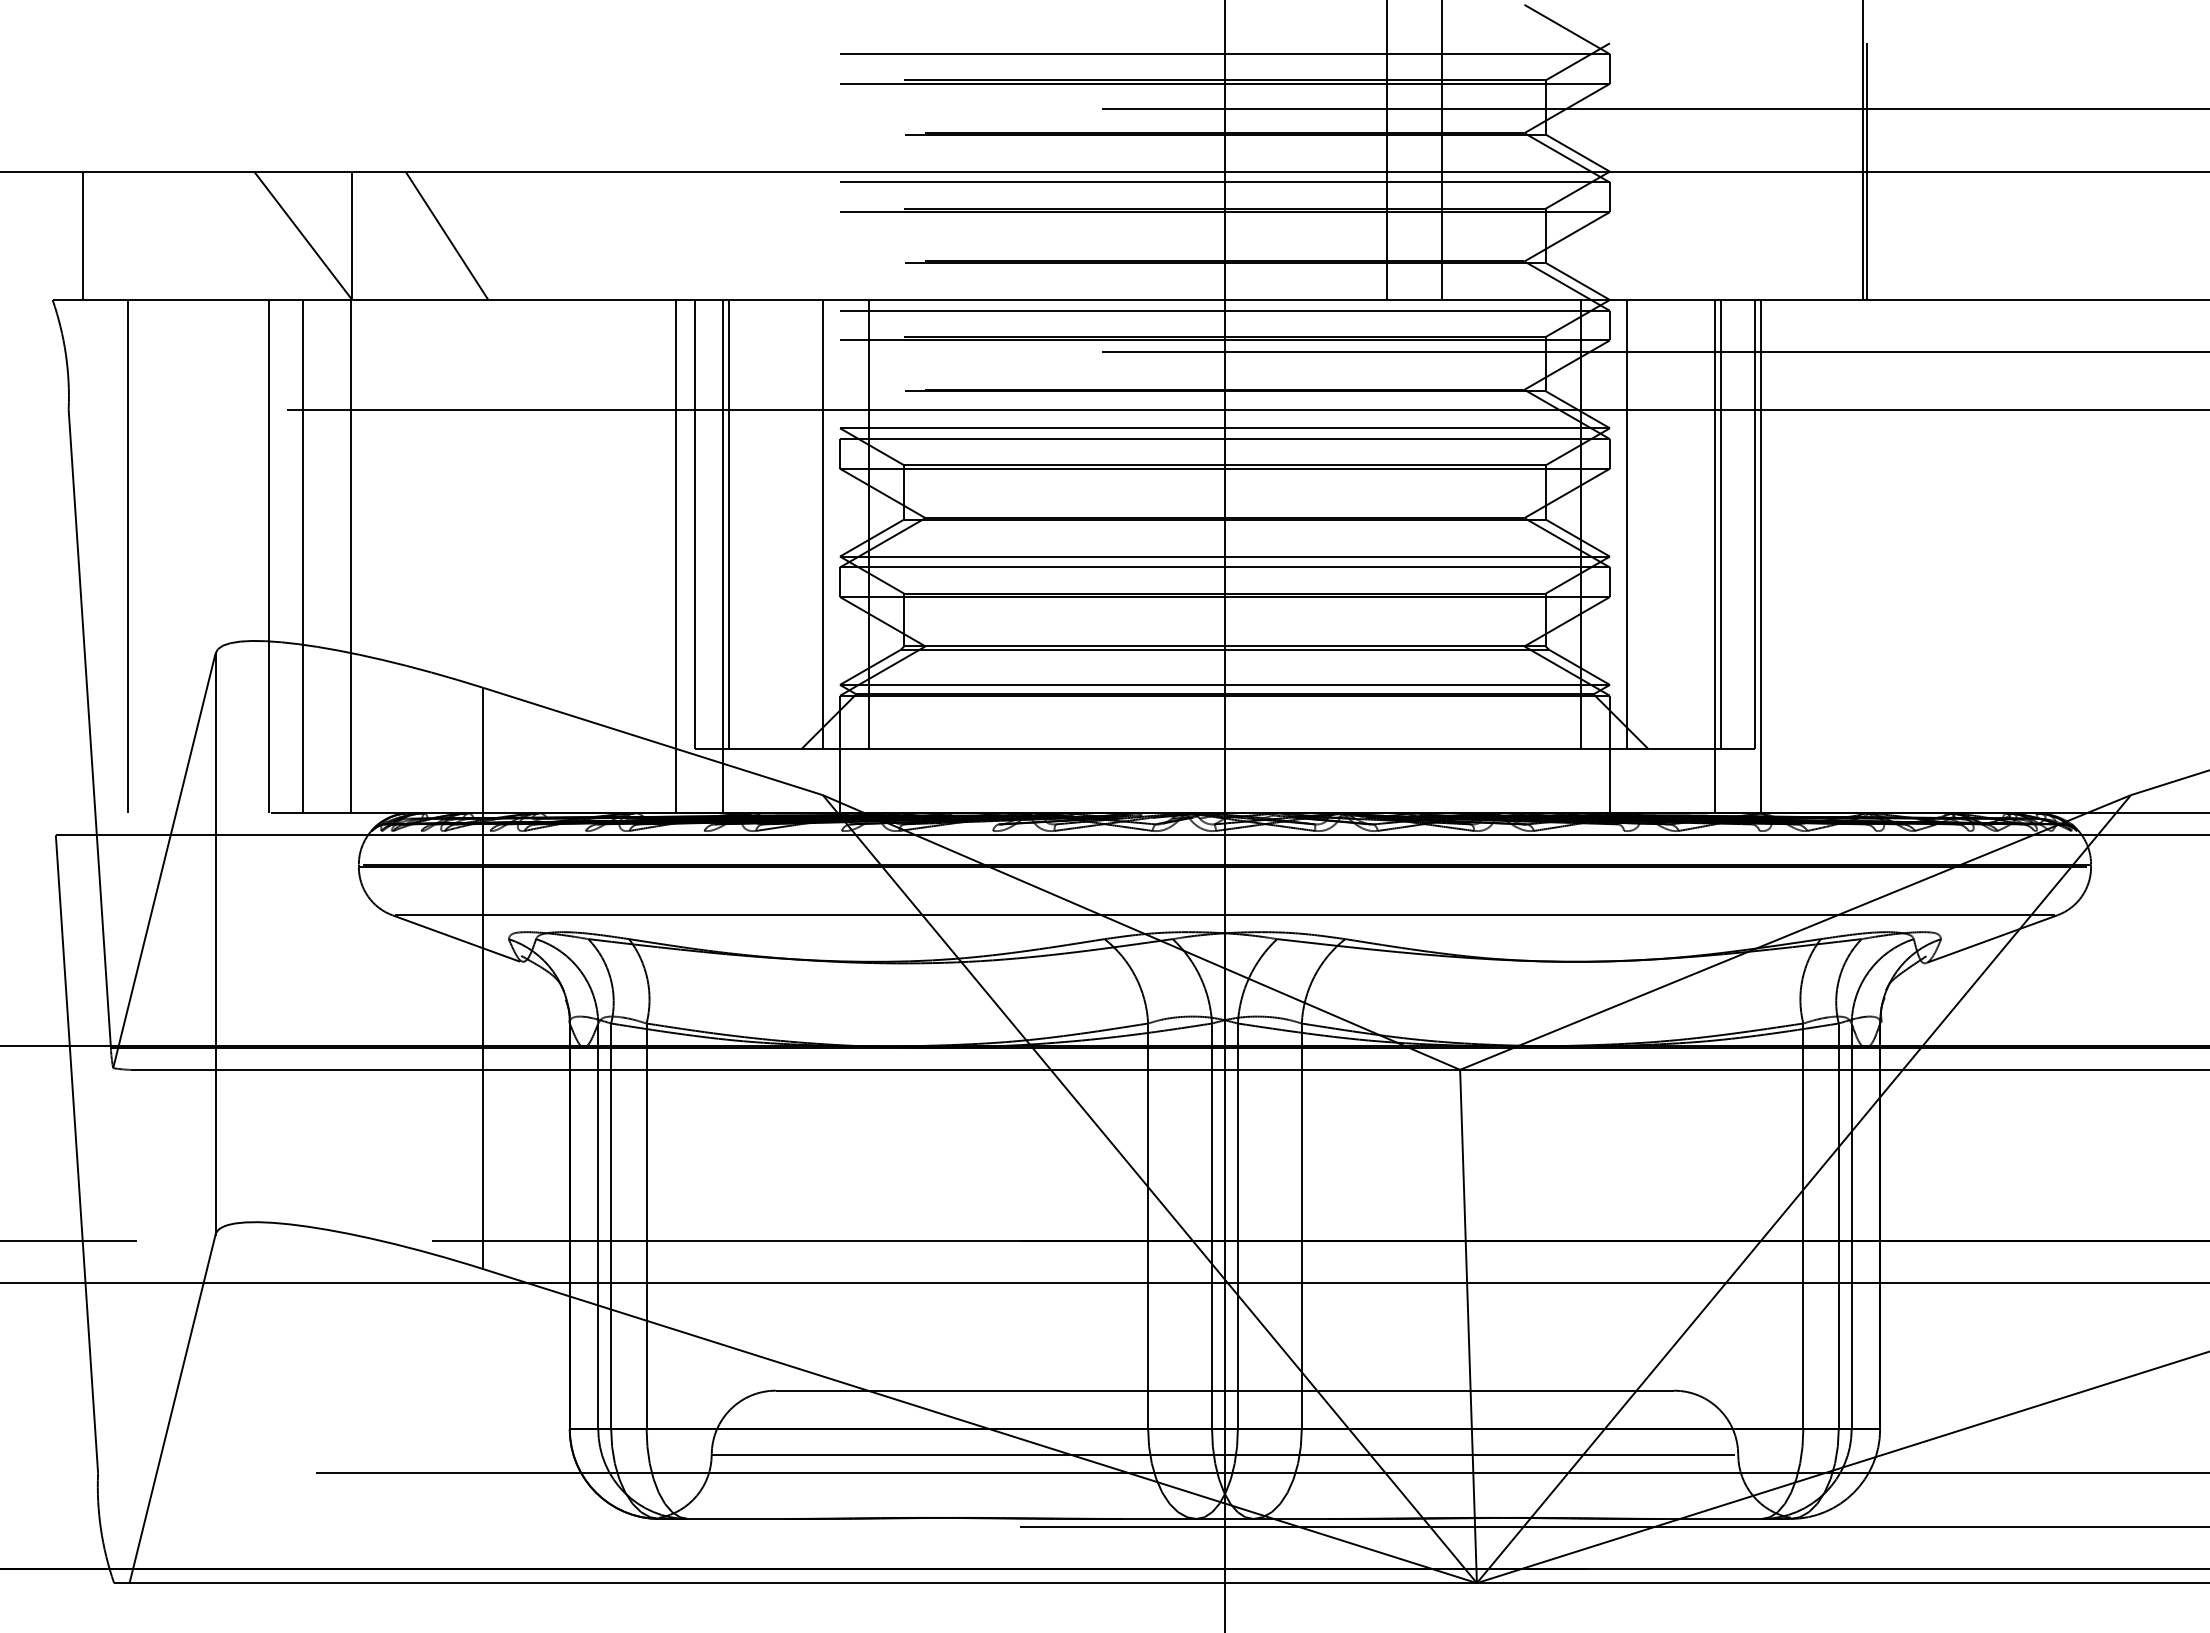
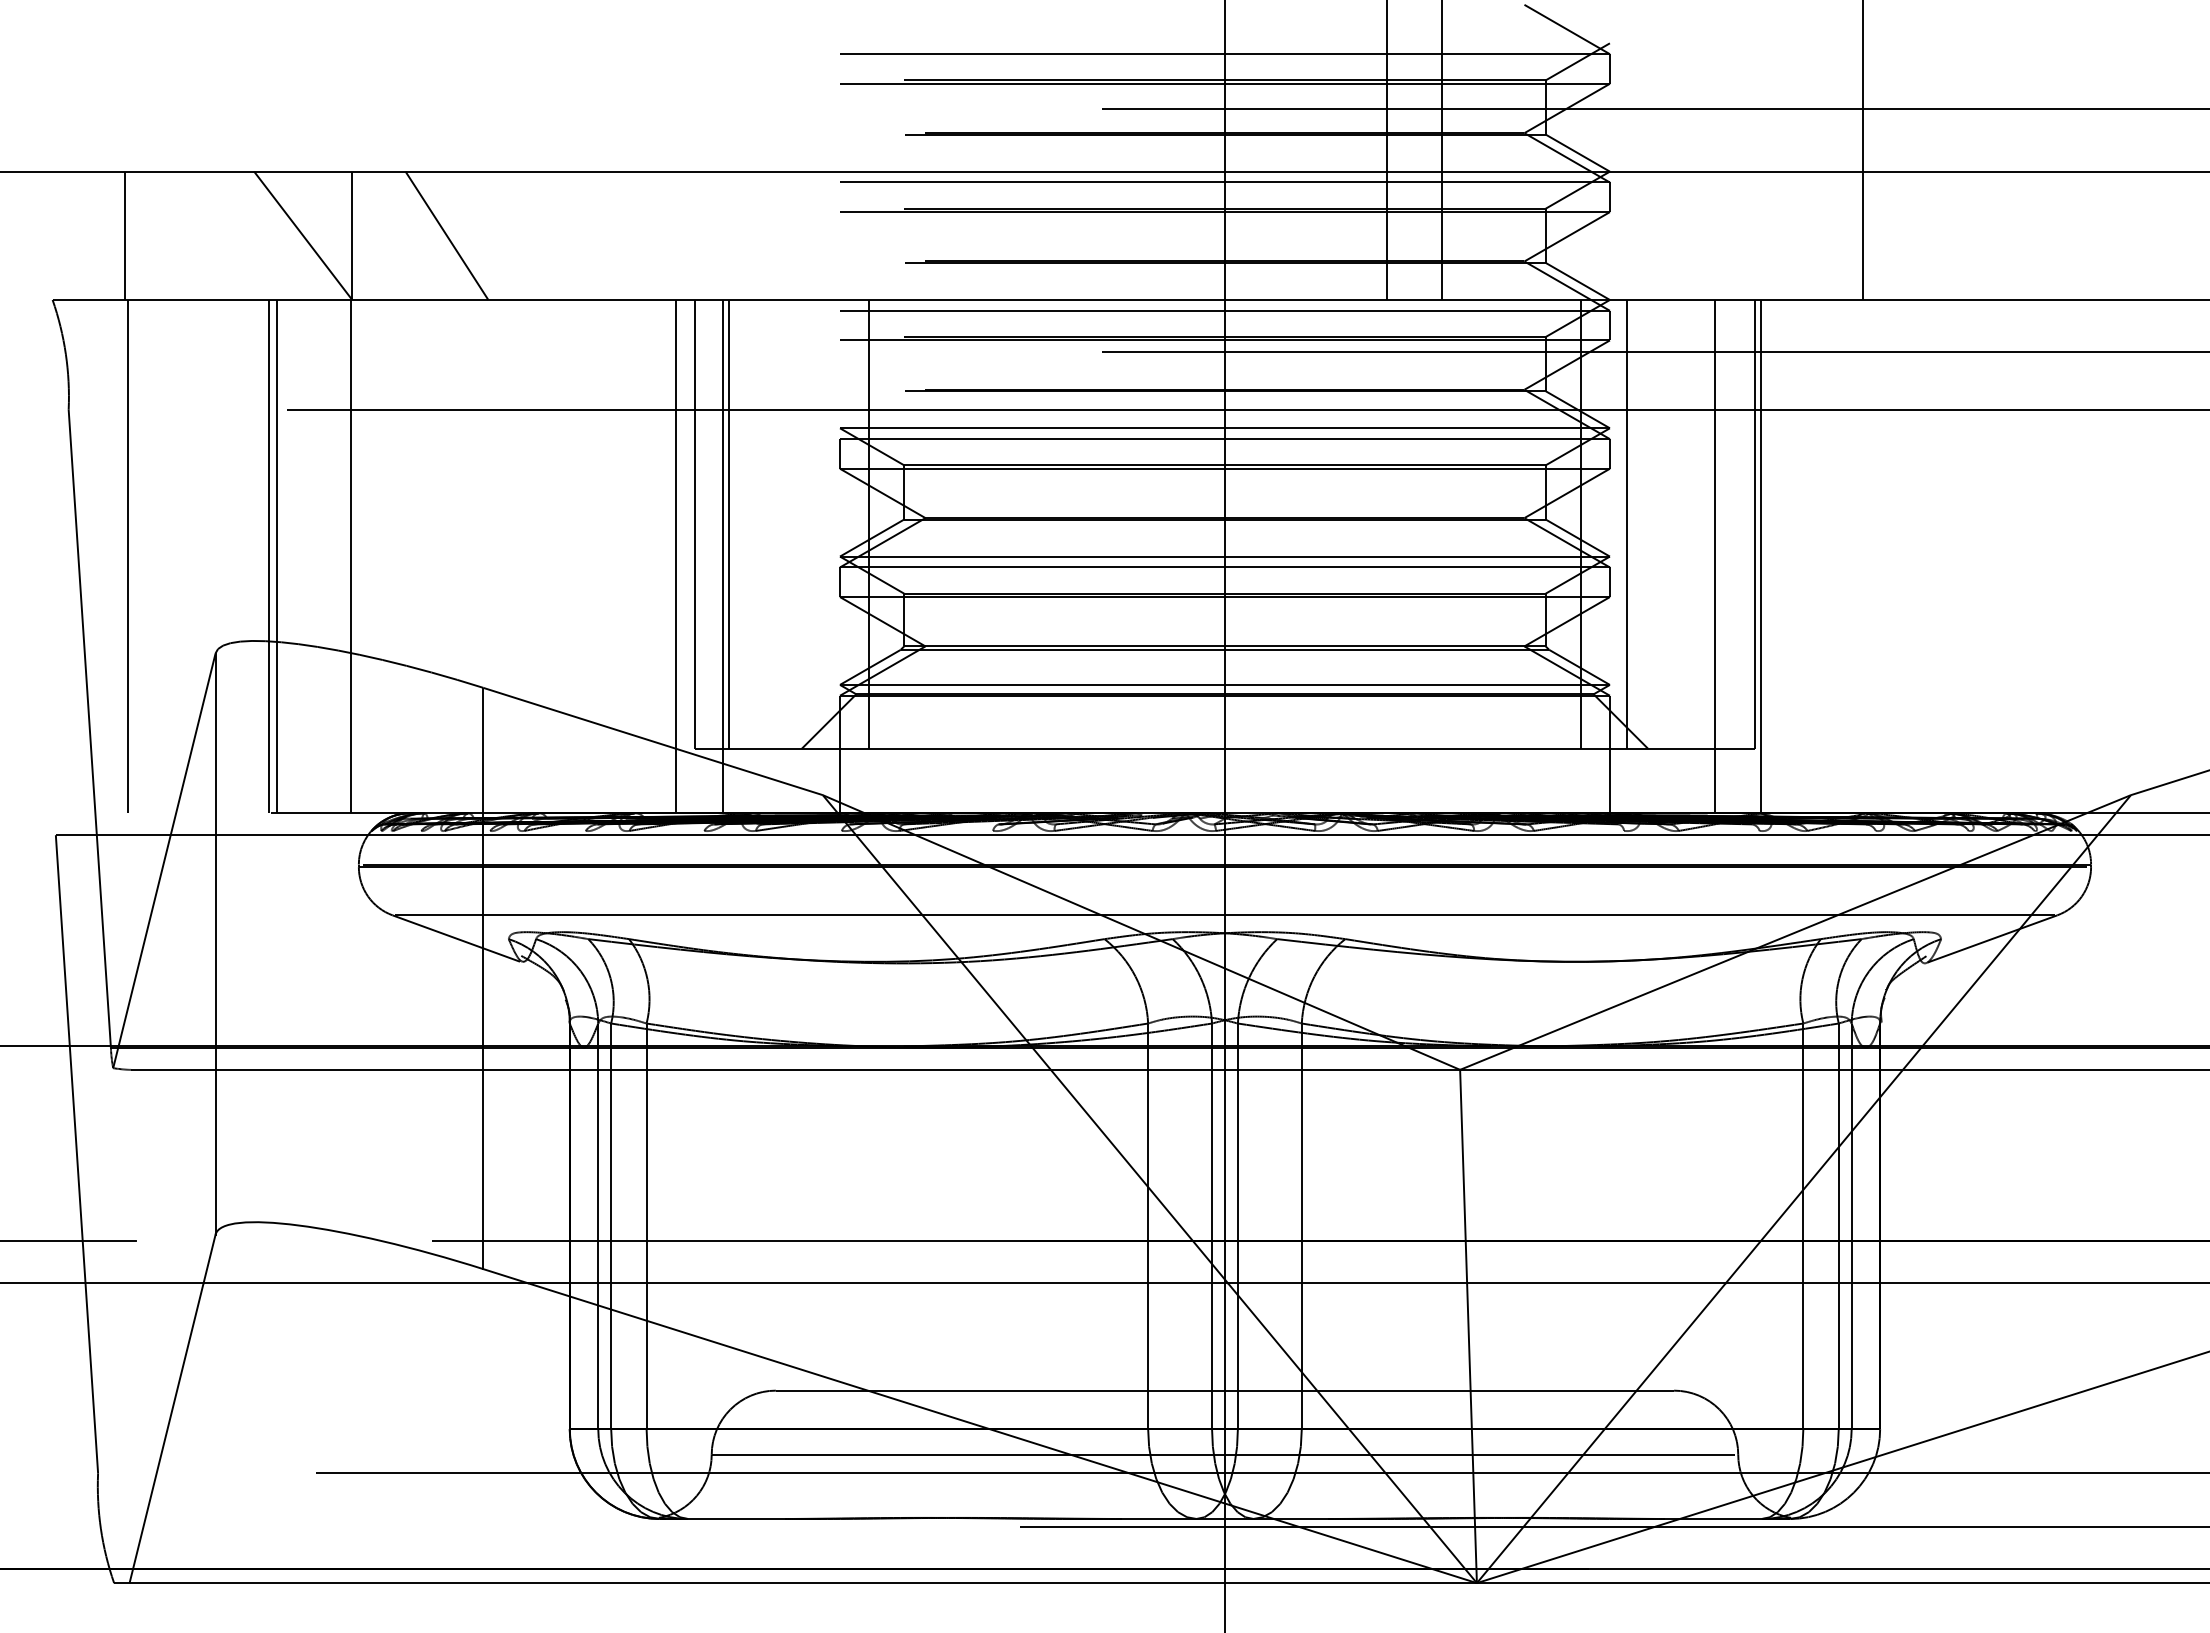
line at (1866, 171): present -> none
line at (82, 235) position: (82, 235) -> (124, 235)
line at (822, 524): present -> none
line at (1720, 524): present -> none
line at (302, 556) position: (302, 556) -> (276, 556)
